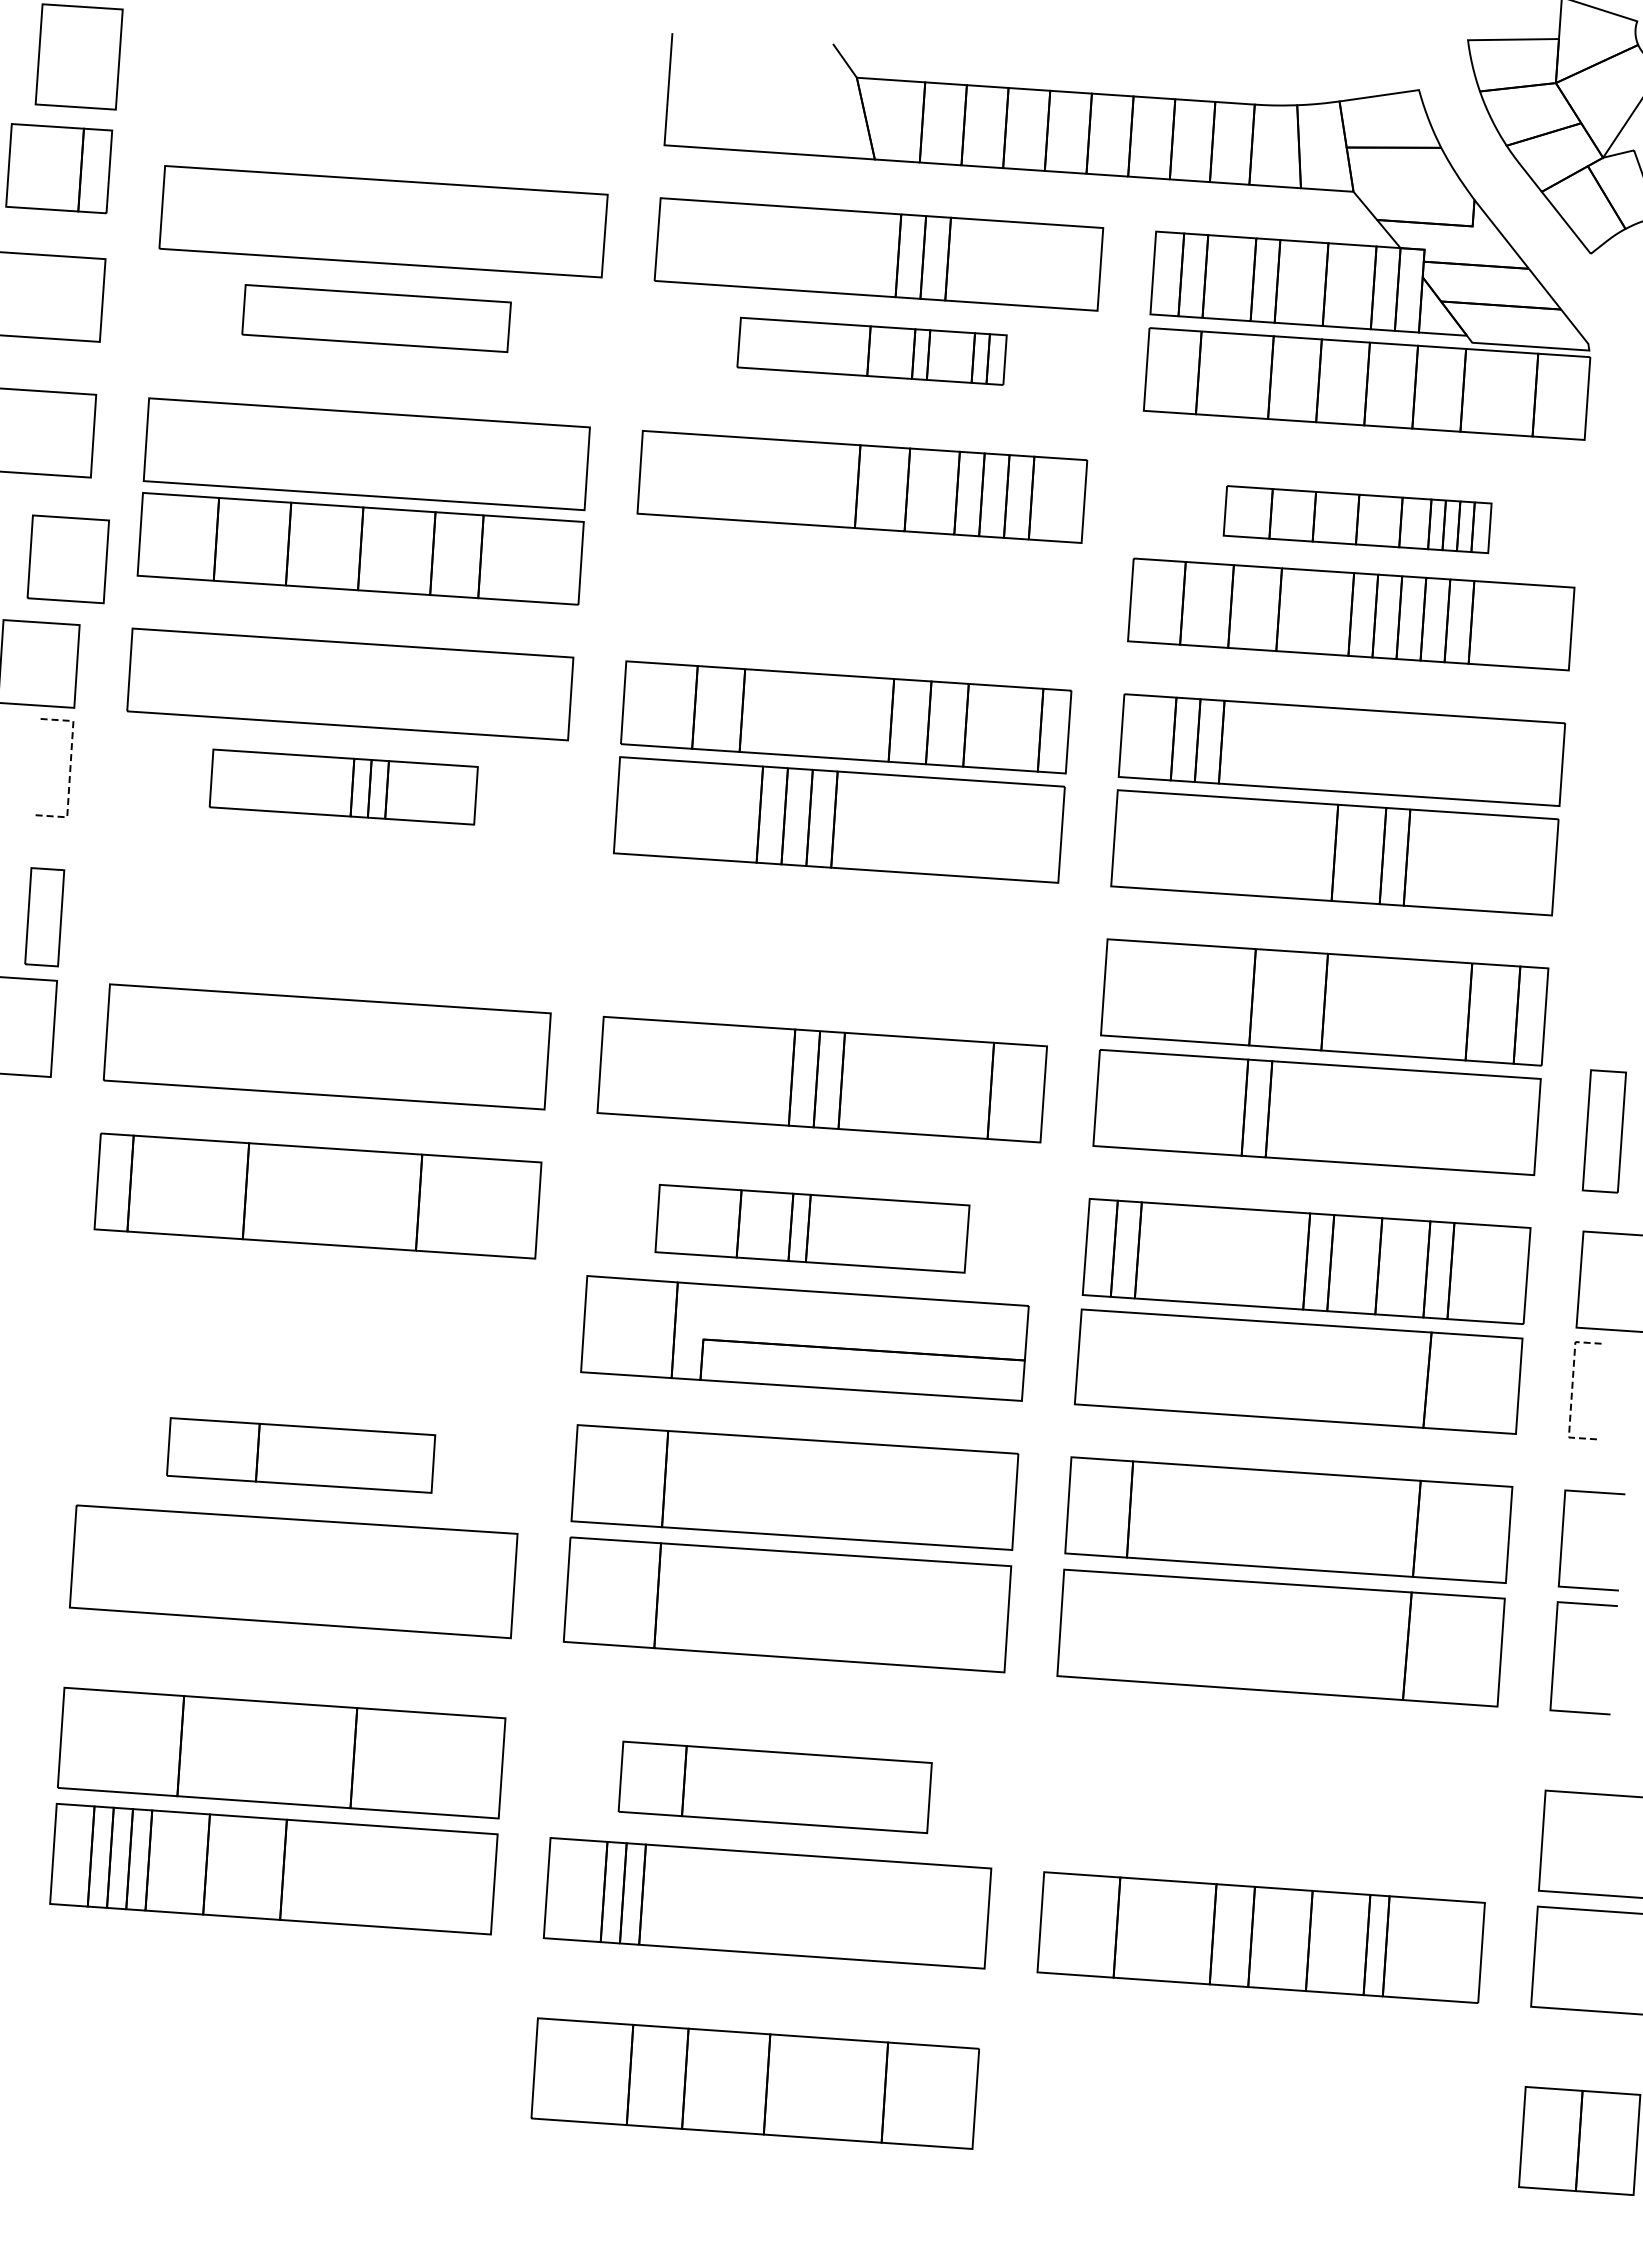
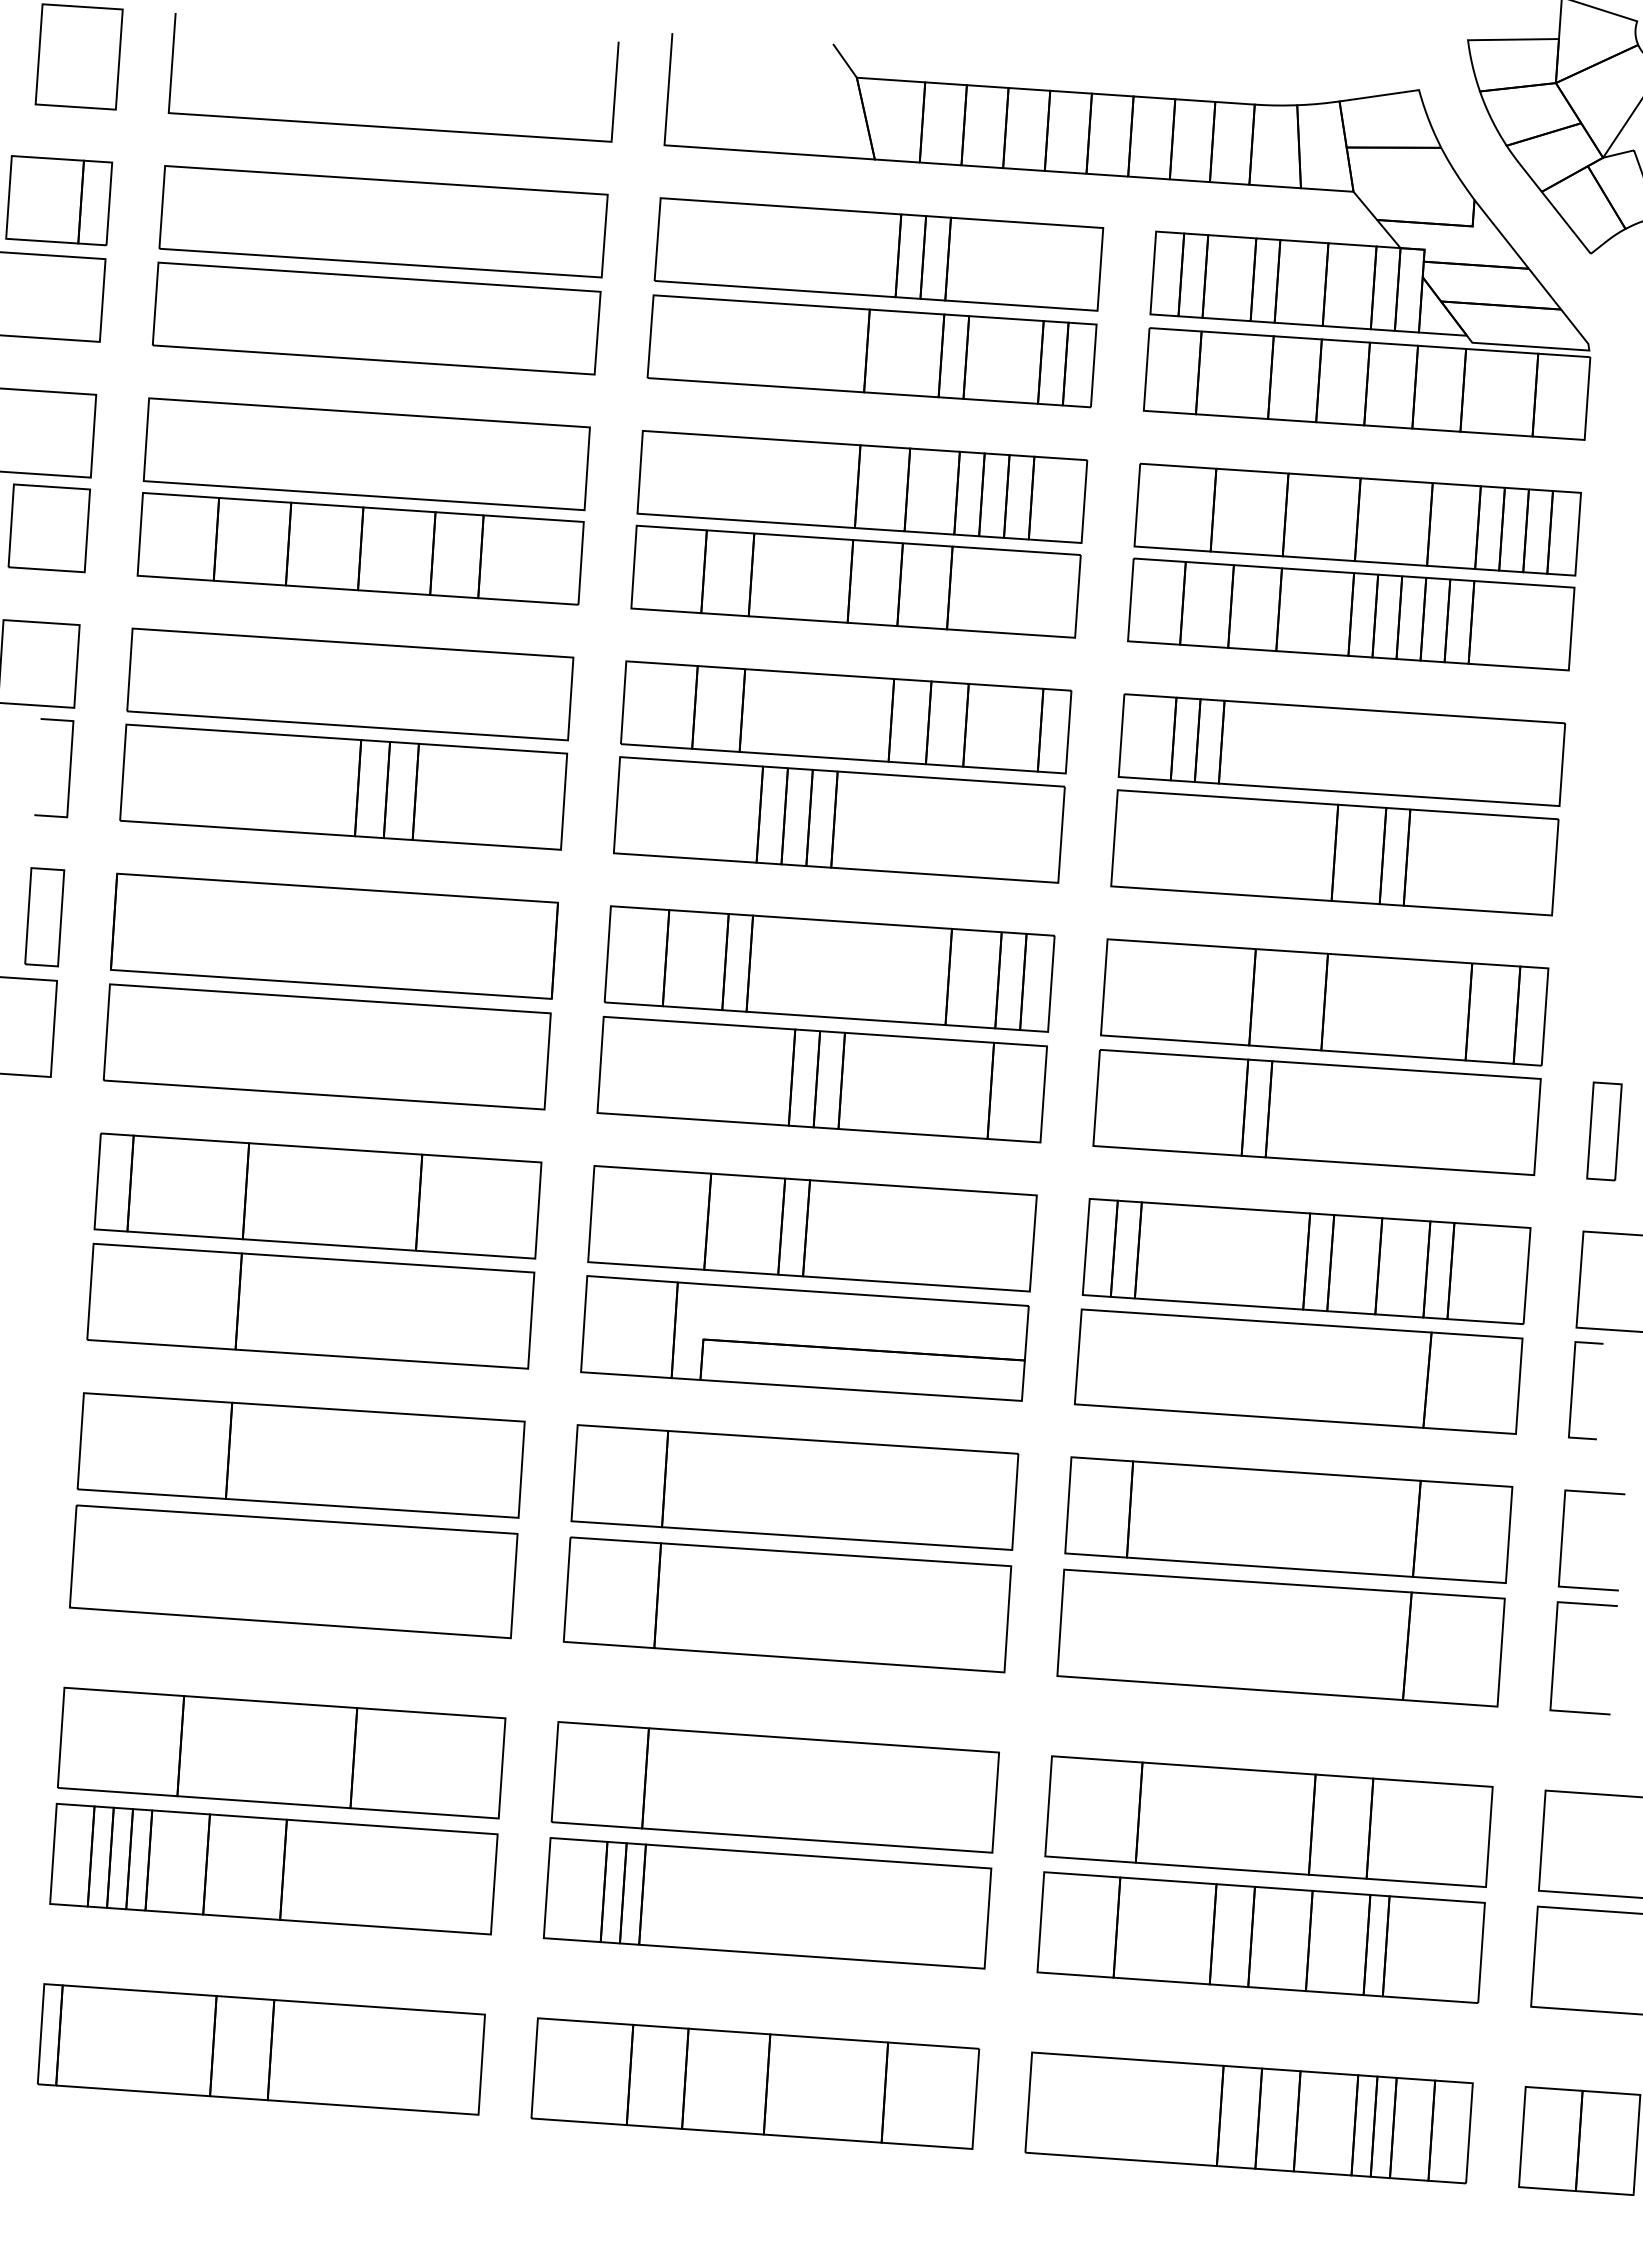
curve at (393, 126): none -> present
part at (59, 168) position: (59, 168) -> (59, 200)
part at (376, 318) size: 271x69 px -> 451x115 px
part at (871, 350) size: 272x70 px -> 452x115 px
part at (1357, 519) size: 271x70 px -> 449x115 px
part at (67, 559) position: (67, 559) -> (48, 528)
part at (855, 581): none -> present
line at (70, 769): dashed -> solid
part at (343, 786) size: 271x78 px -> 450x128 px
part at (334, 935): none -> present
part at (829, 968): none -> present
part at (1603, 1131) size: 46x125 px -> 37x101 px
part at (812, 1228) size: 317x90 px -> 451x128 px
part at (310, 1305): none -> present
line at (1572, 1389): dashed -> solid
part at (301, 1455) size: 271x77 px -> 450x127 px
part at (774, 1787) size: 316x95 px -> 450x133 px
part at (1268, 1821): none -> present
part at (260, 2049): none -> present
part at (1248, 2117): none -> present
